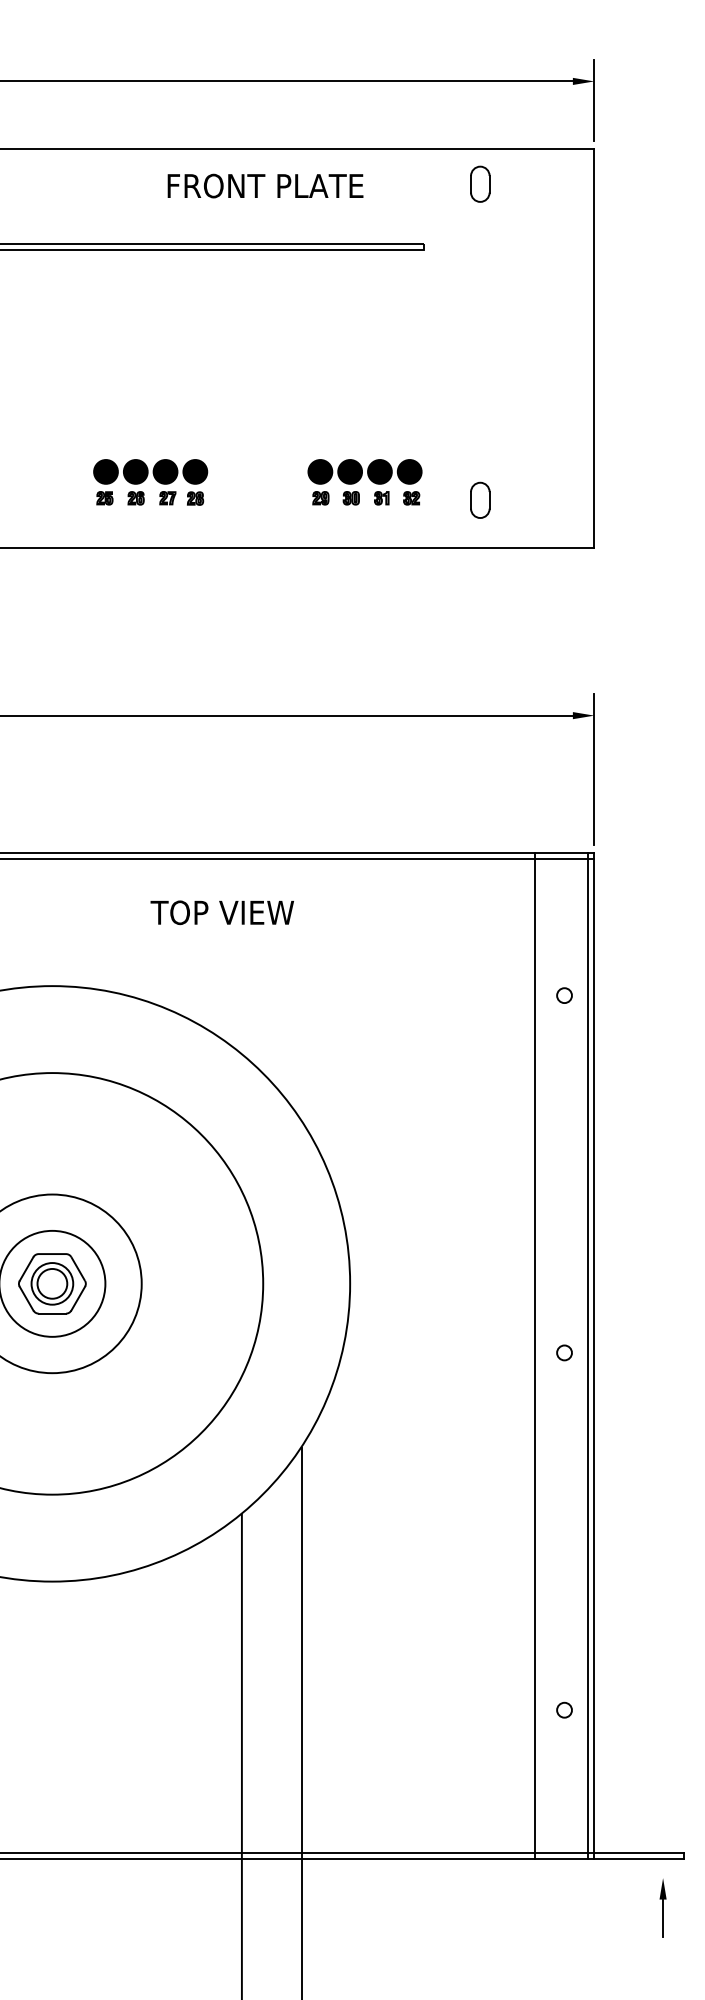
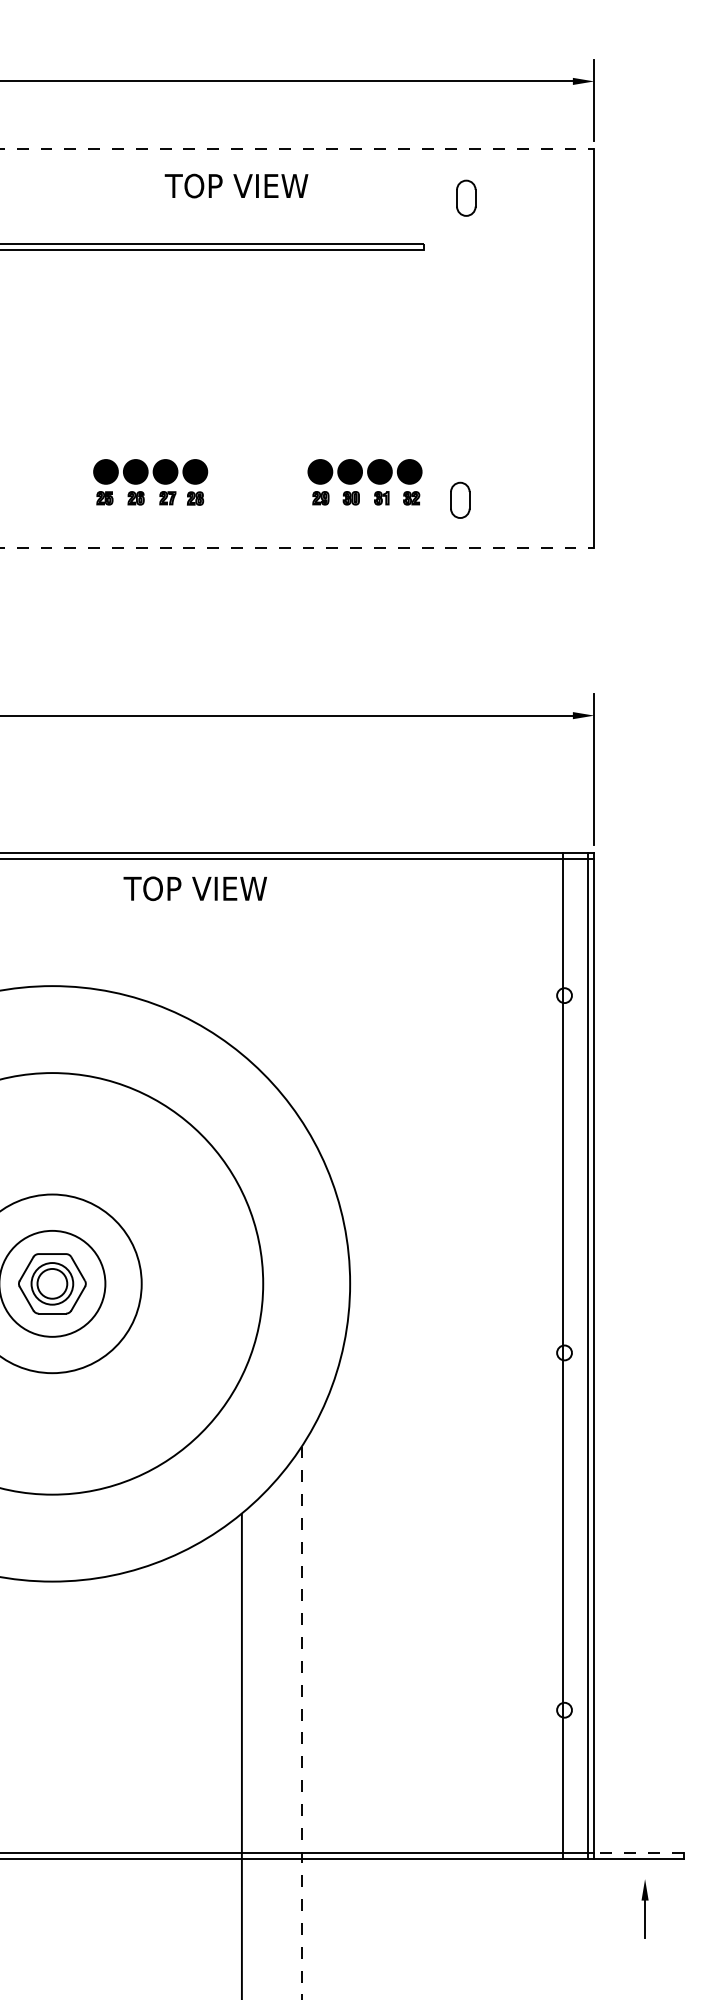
line at (297, 148): solid -> dashed
part at (480, 183) position: (480, 183) -> (466, 197)
text at (263, 185): FRONT PLATE -> TOP VIEW
part at (480, 499) position: (480, 499) -> (460, 499)
line at (297, 547): solid -> dashed
text at (221, 912) position: (221, 912) -> (194, 888)
line at (534, 1355) position: (534, 1355) -> (562, 1355)
line at (301, 1723): solid -> dashed
line at (638, 1853): solid -> dashed
part at (662, 1908) position: (662, 1908) -> (644, 1909)
